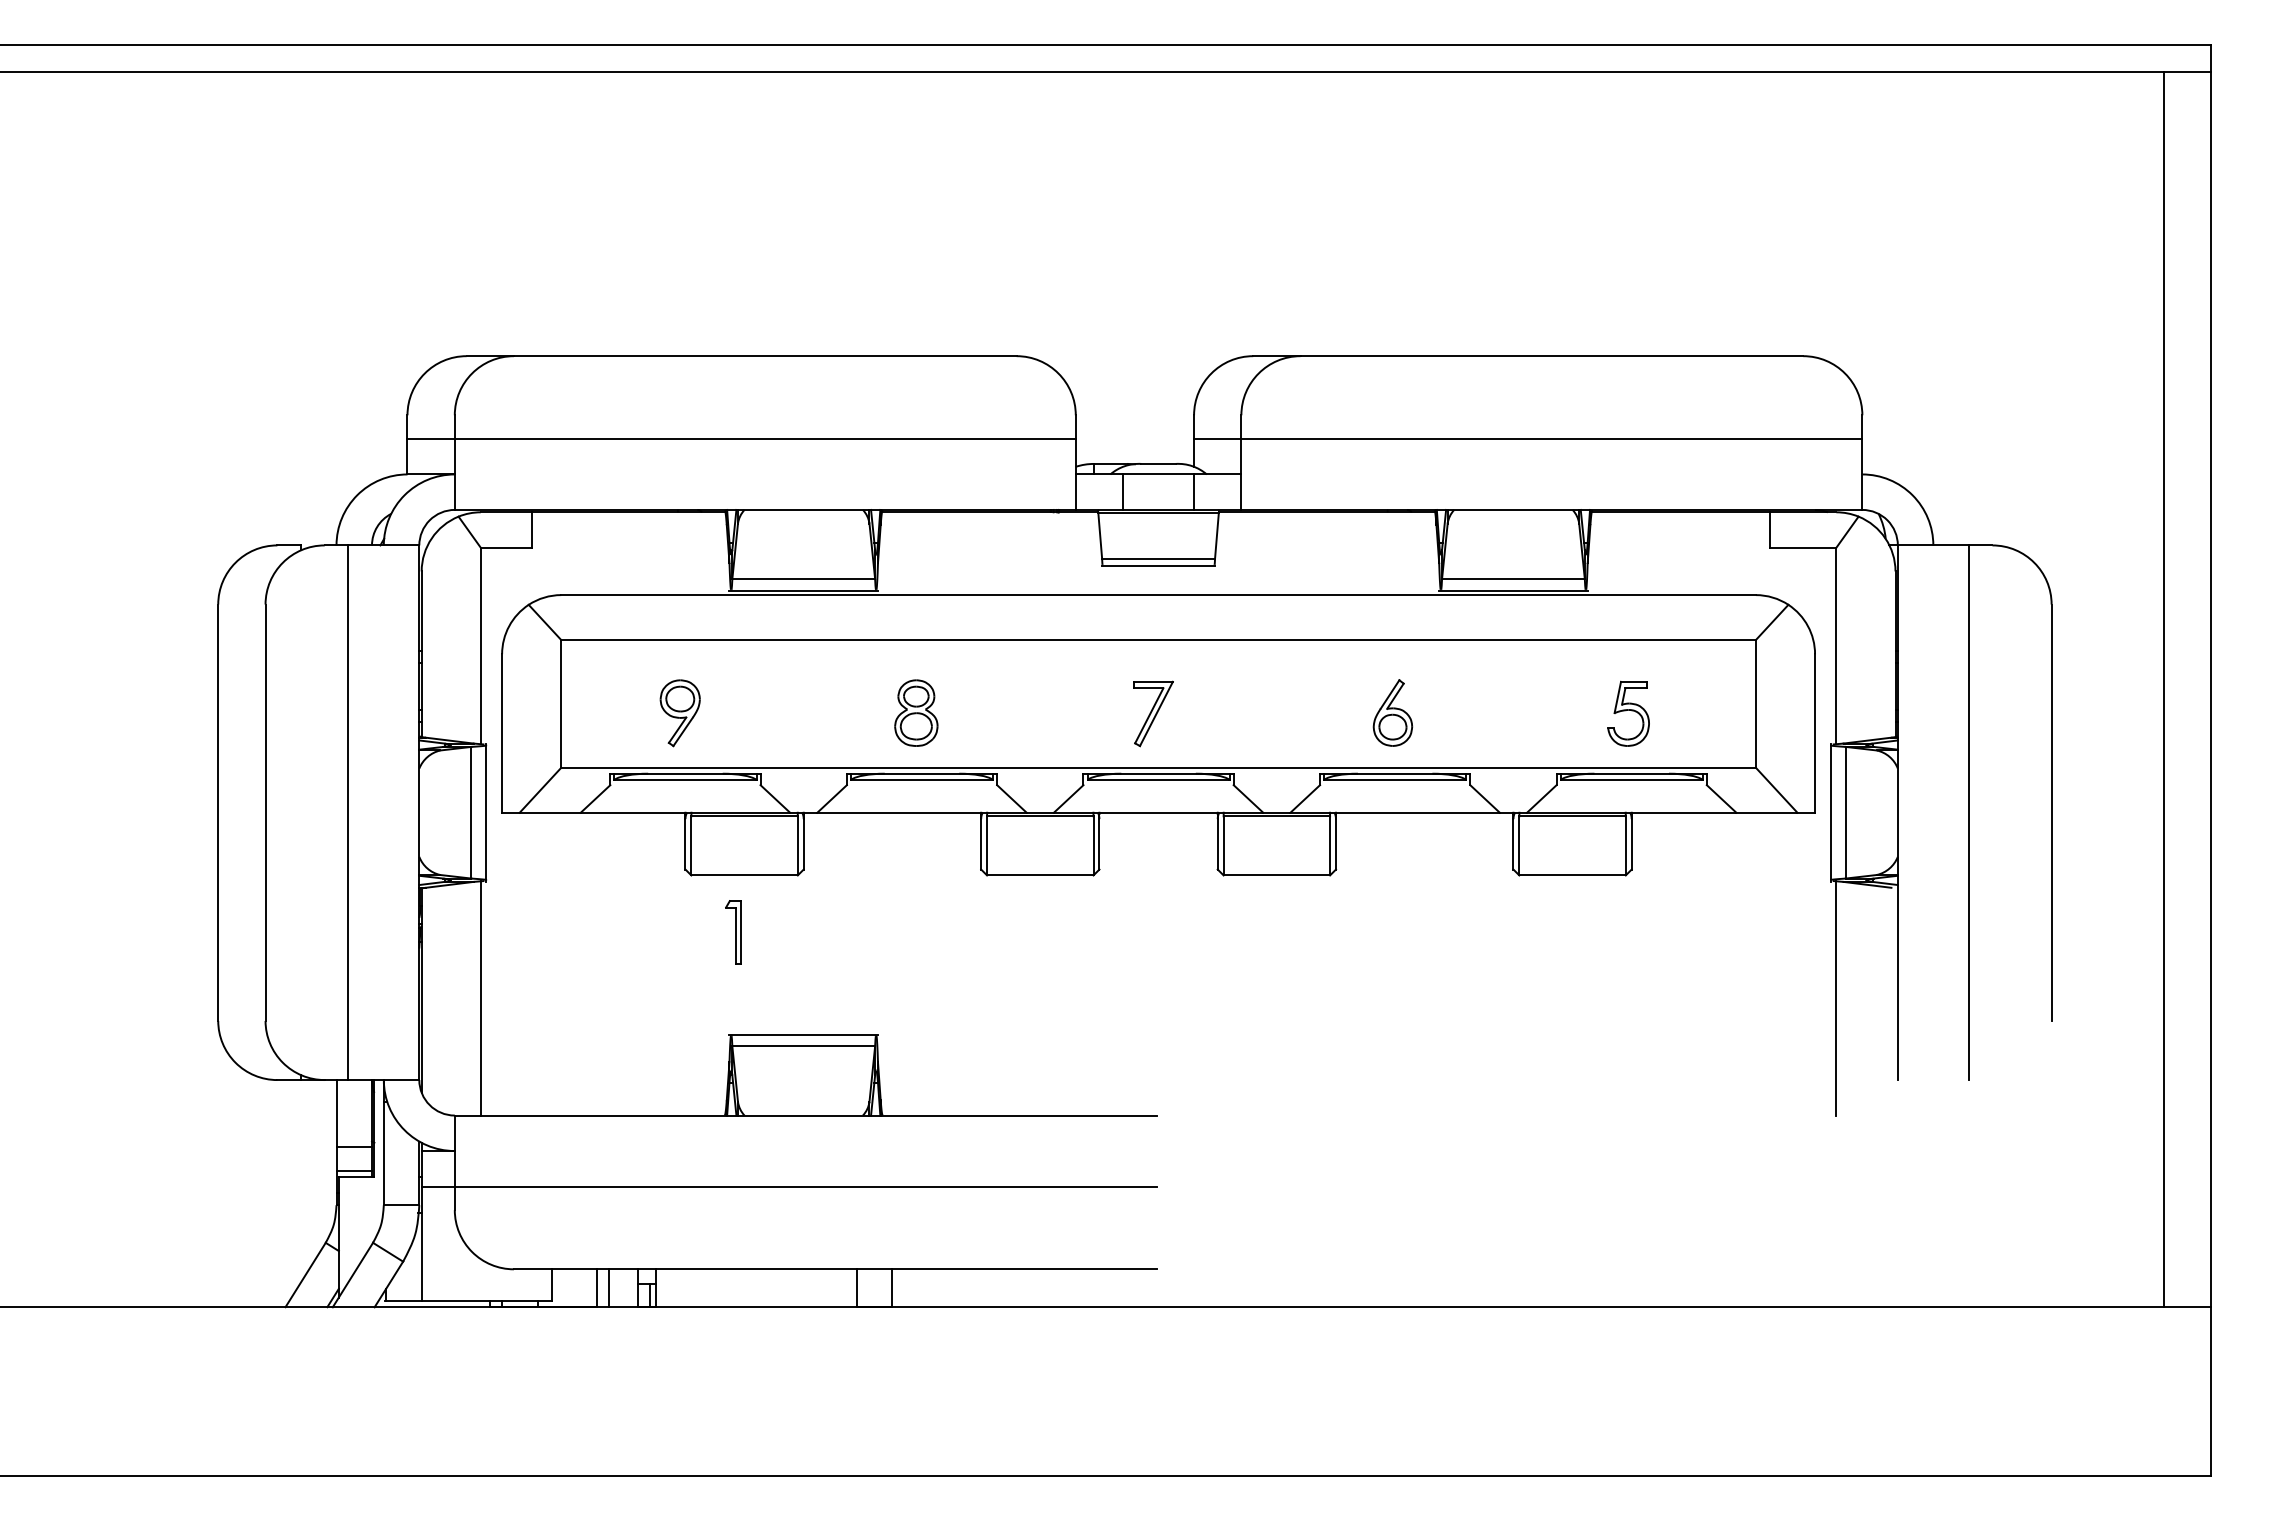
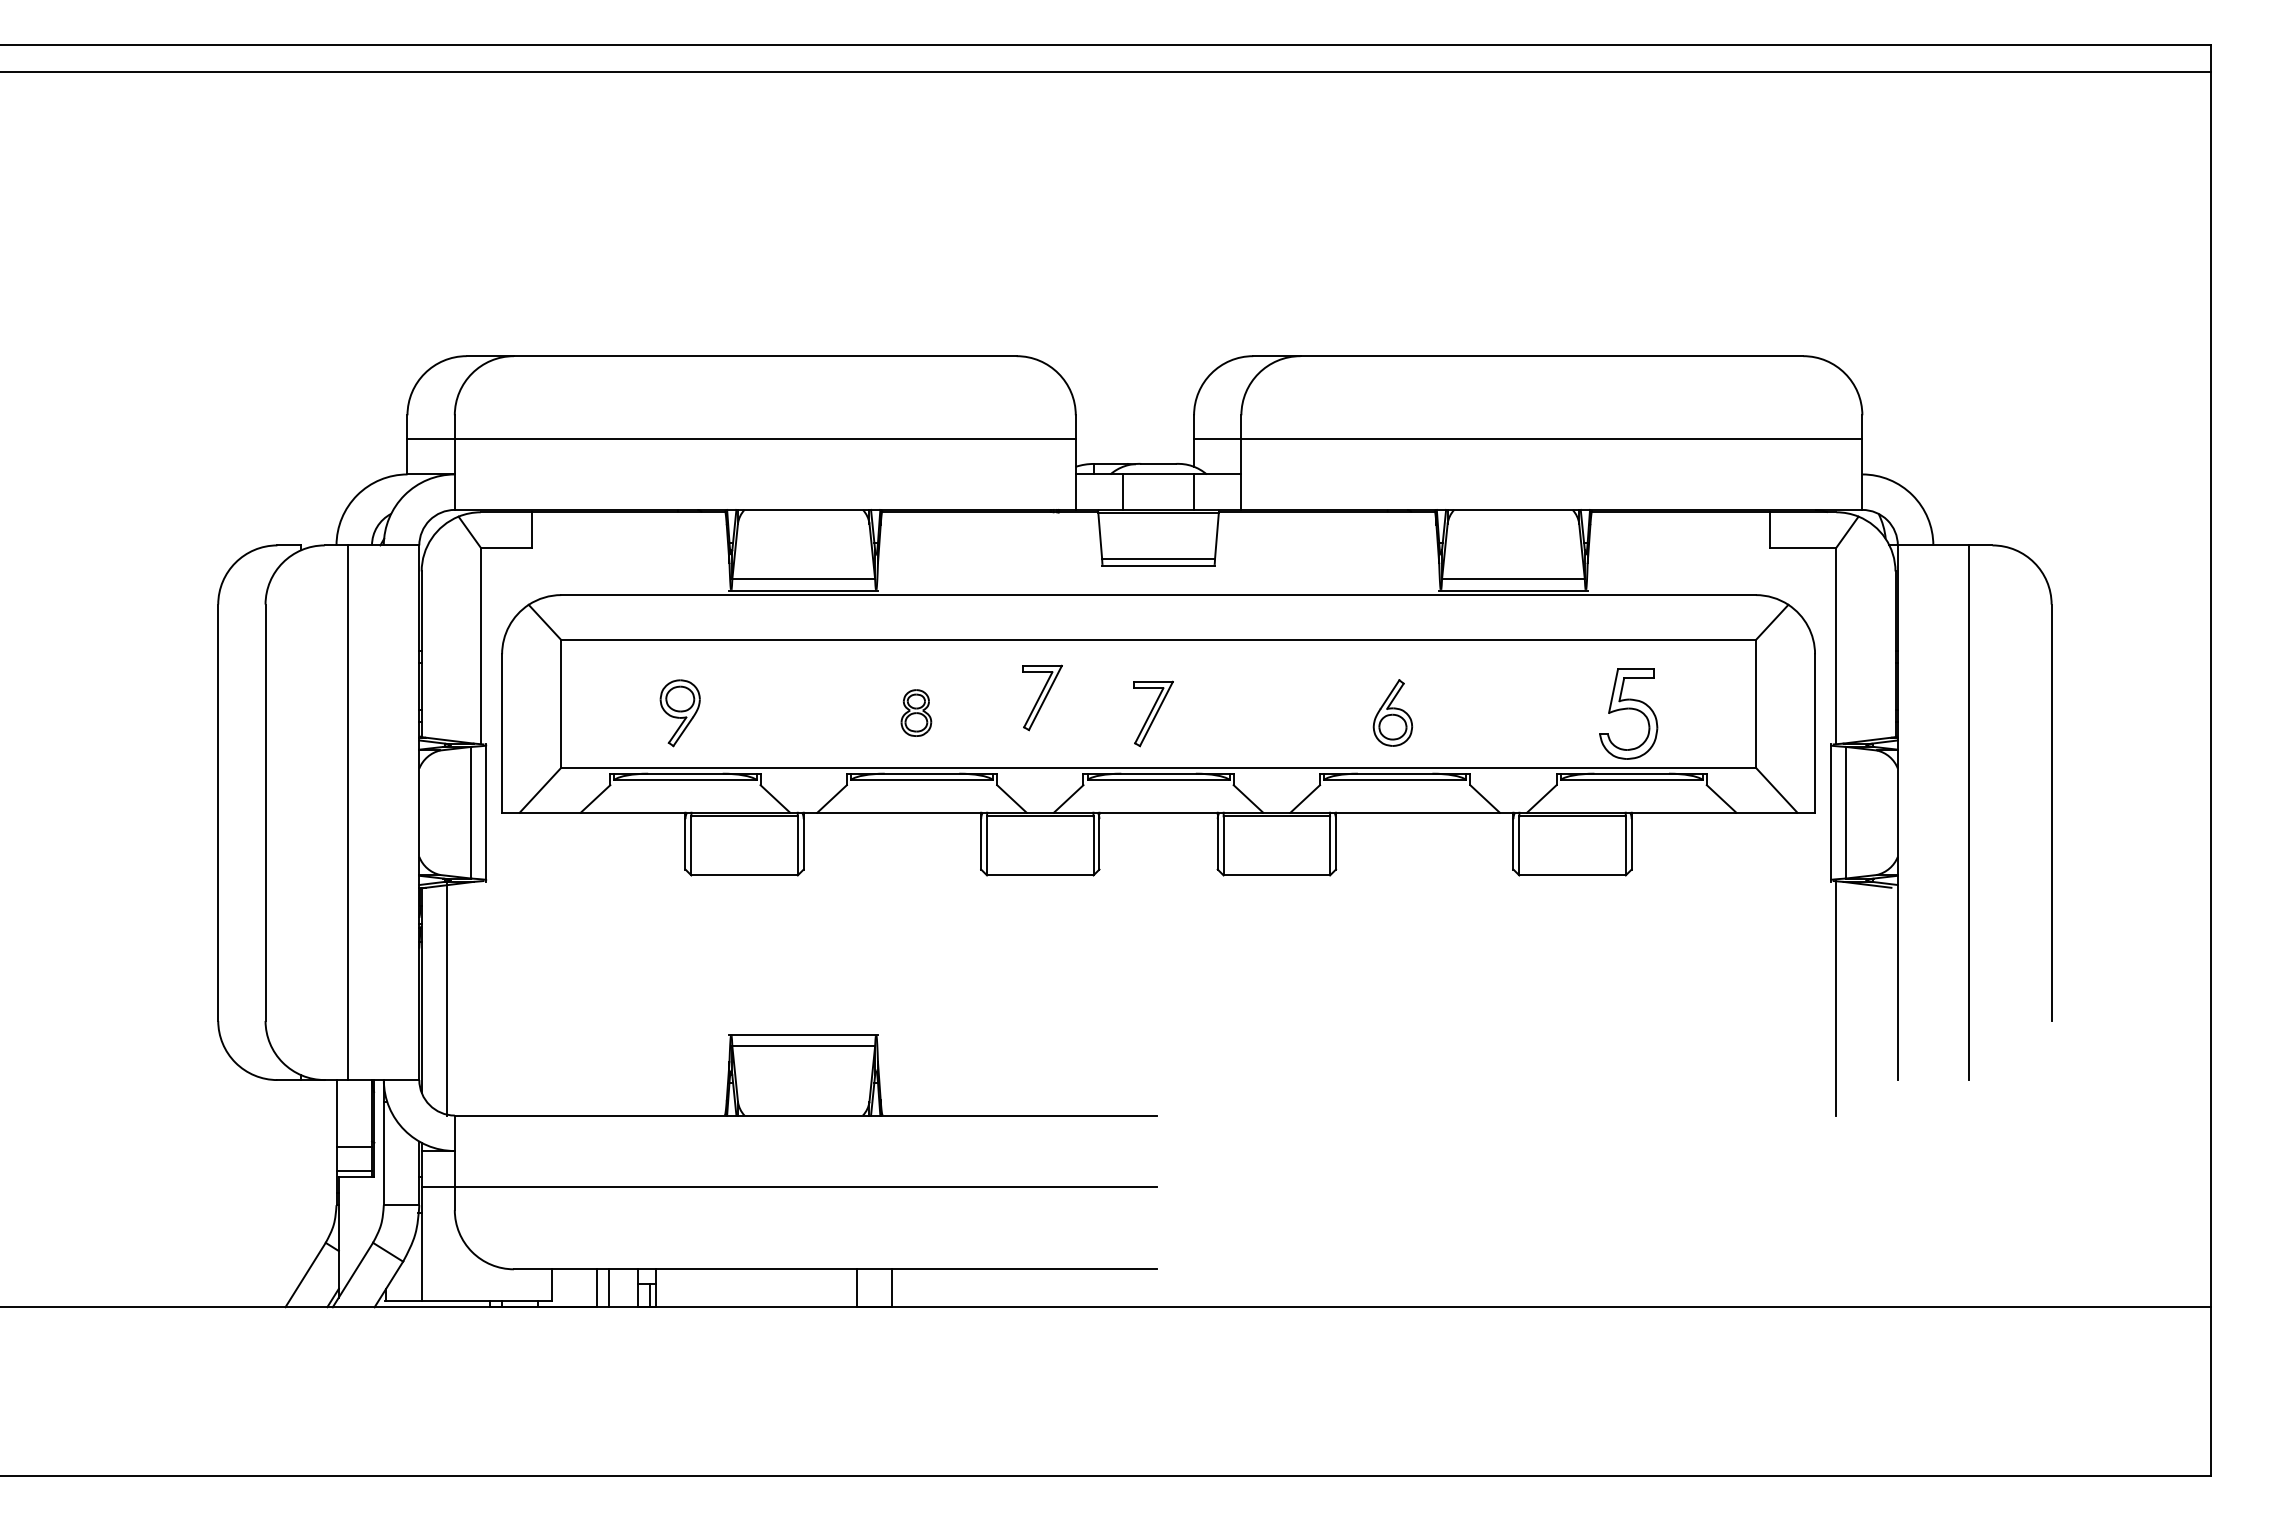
line at (2164, 689): present -> none
part at (1042, 697): none -> present
part at (916, 712) size: 45x68 px -> 33x48 px
part at (1628, 713) size: 43x67 px -> 60x92 px
part at (733, 932): present -> none
line at (480, 998) position: (480, 998) -> (446, 998)
